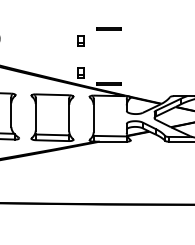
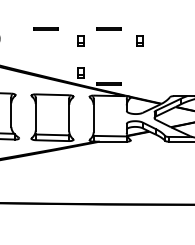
line at (45, 28): none -> present
part at (139, 40): none -> present
